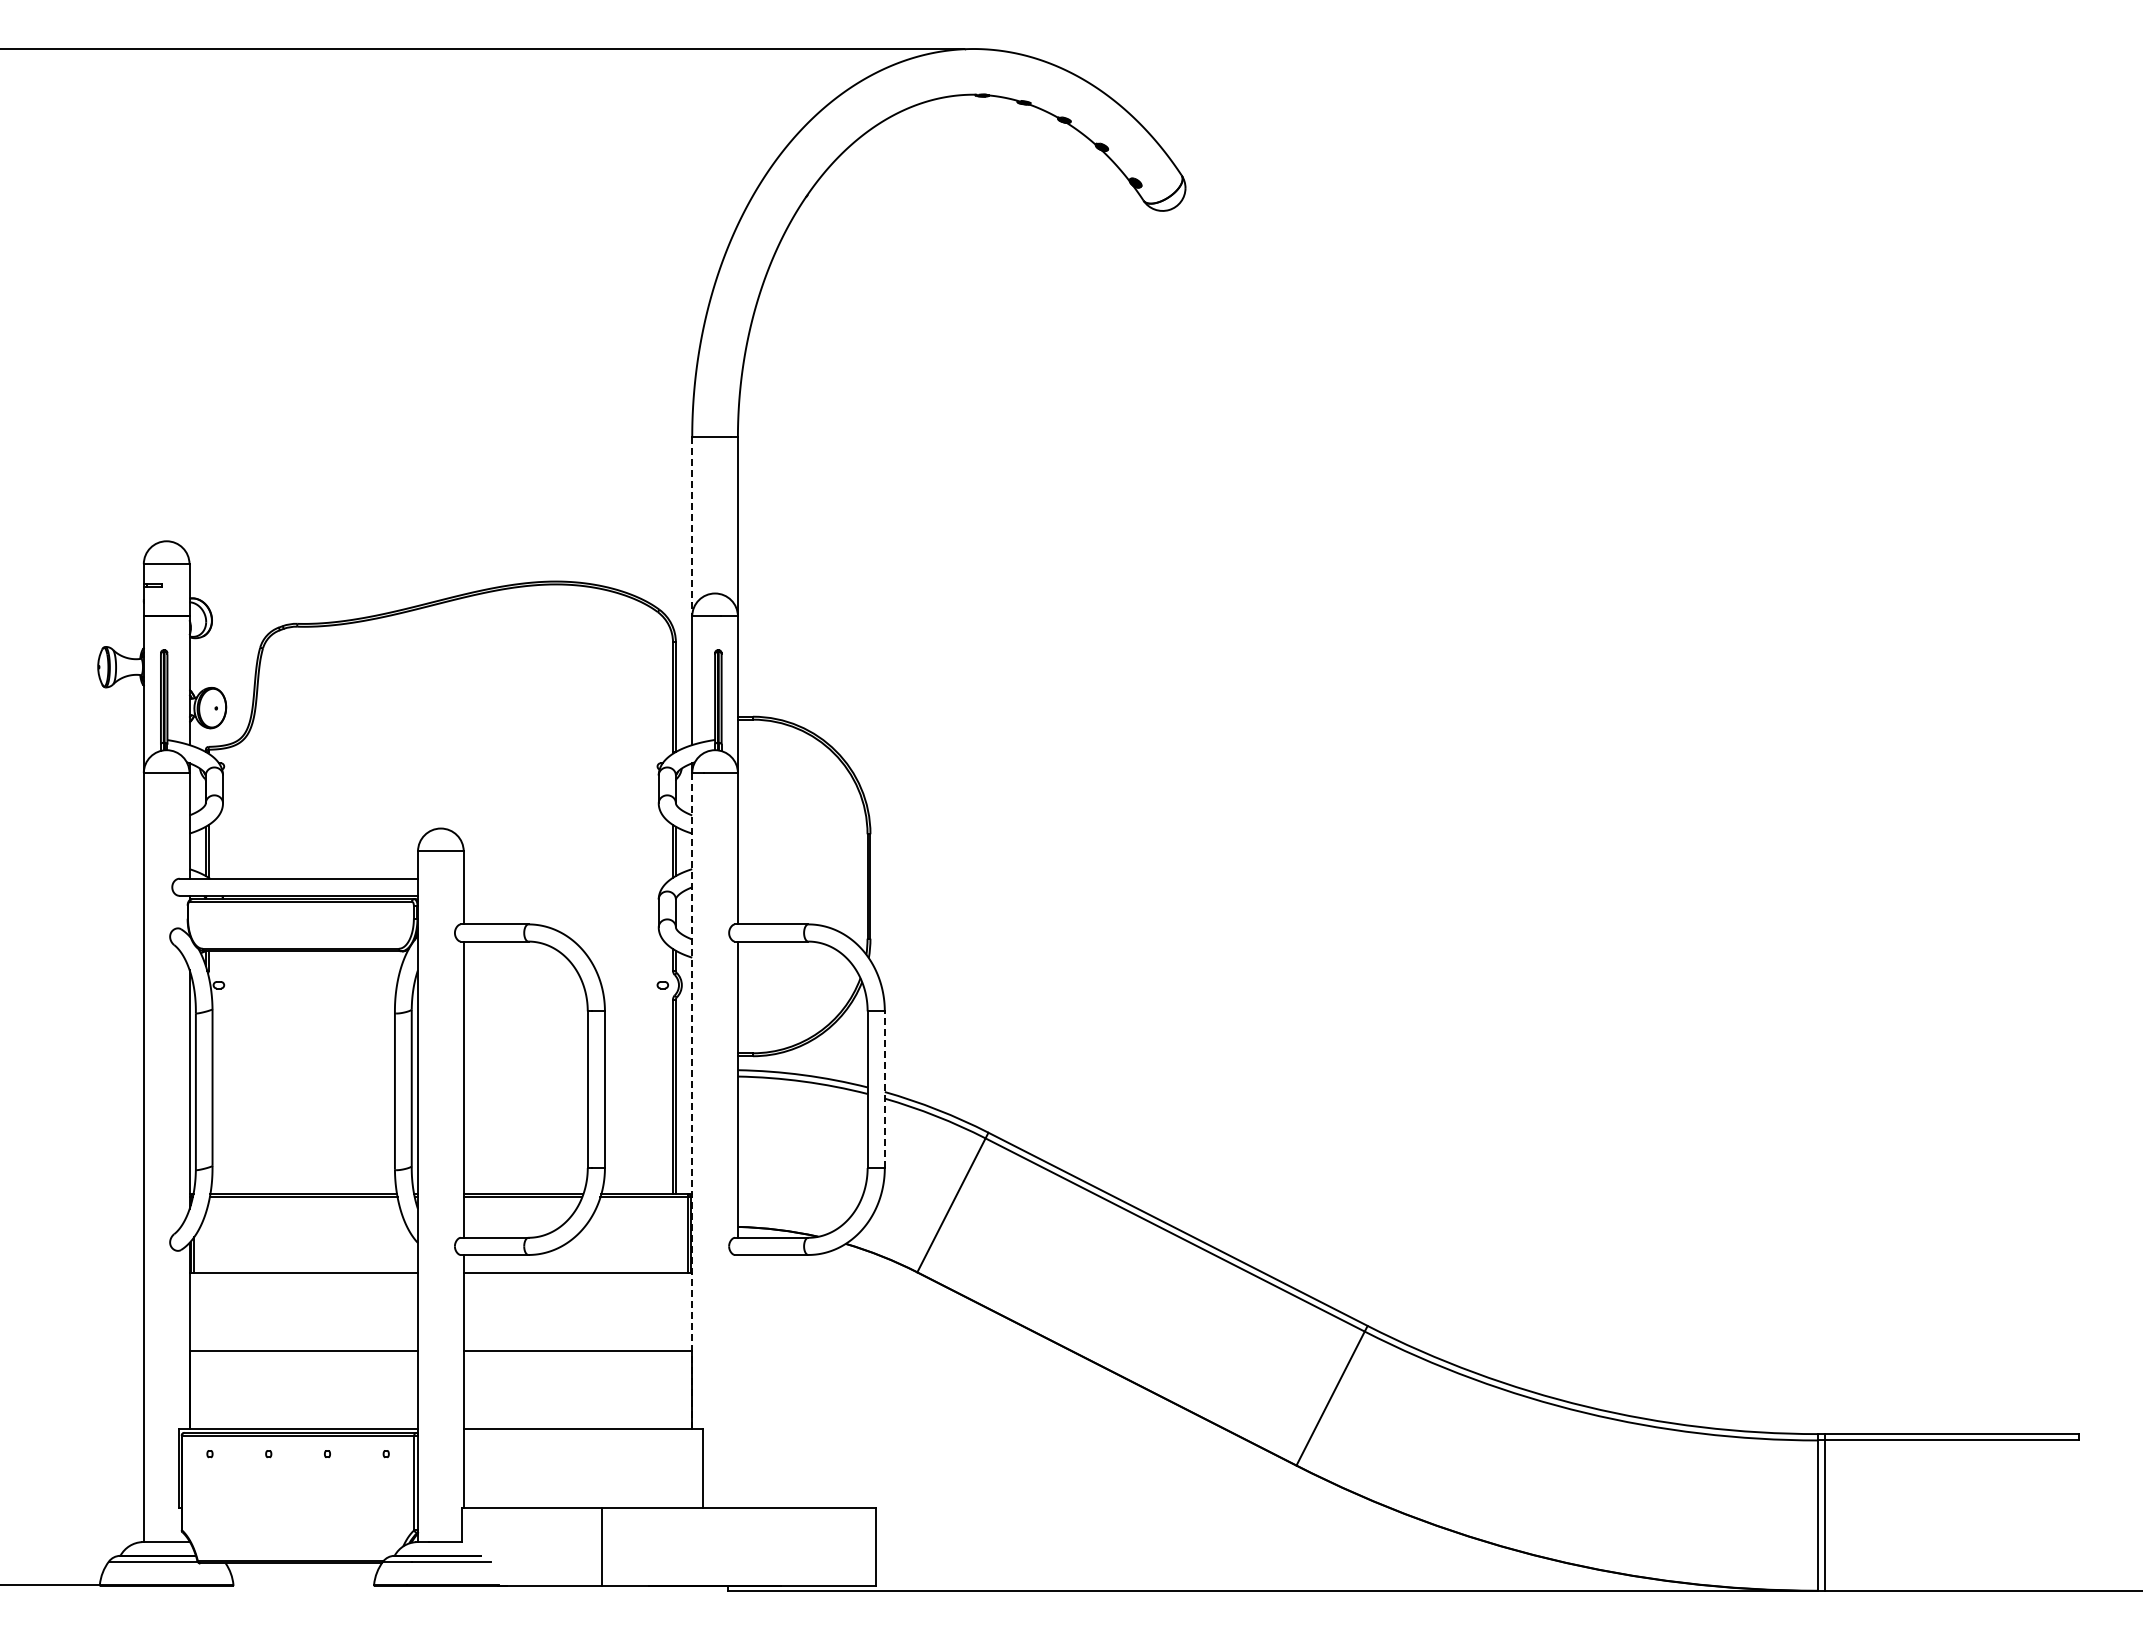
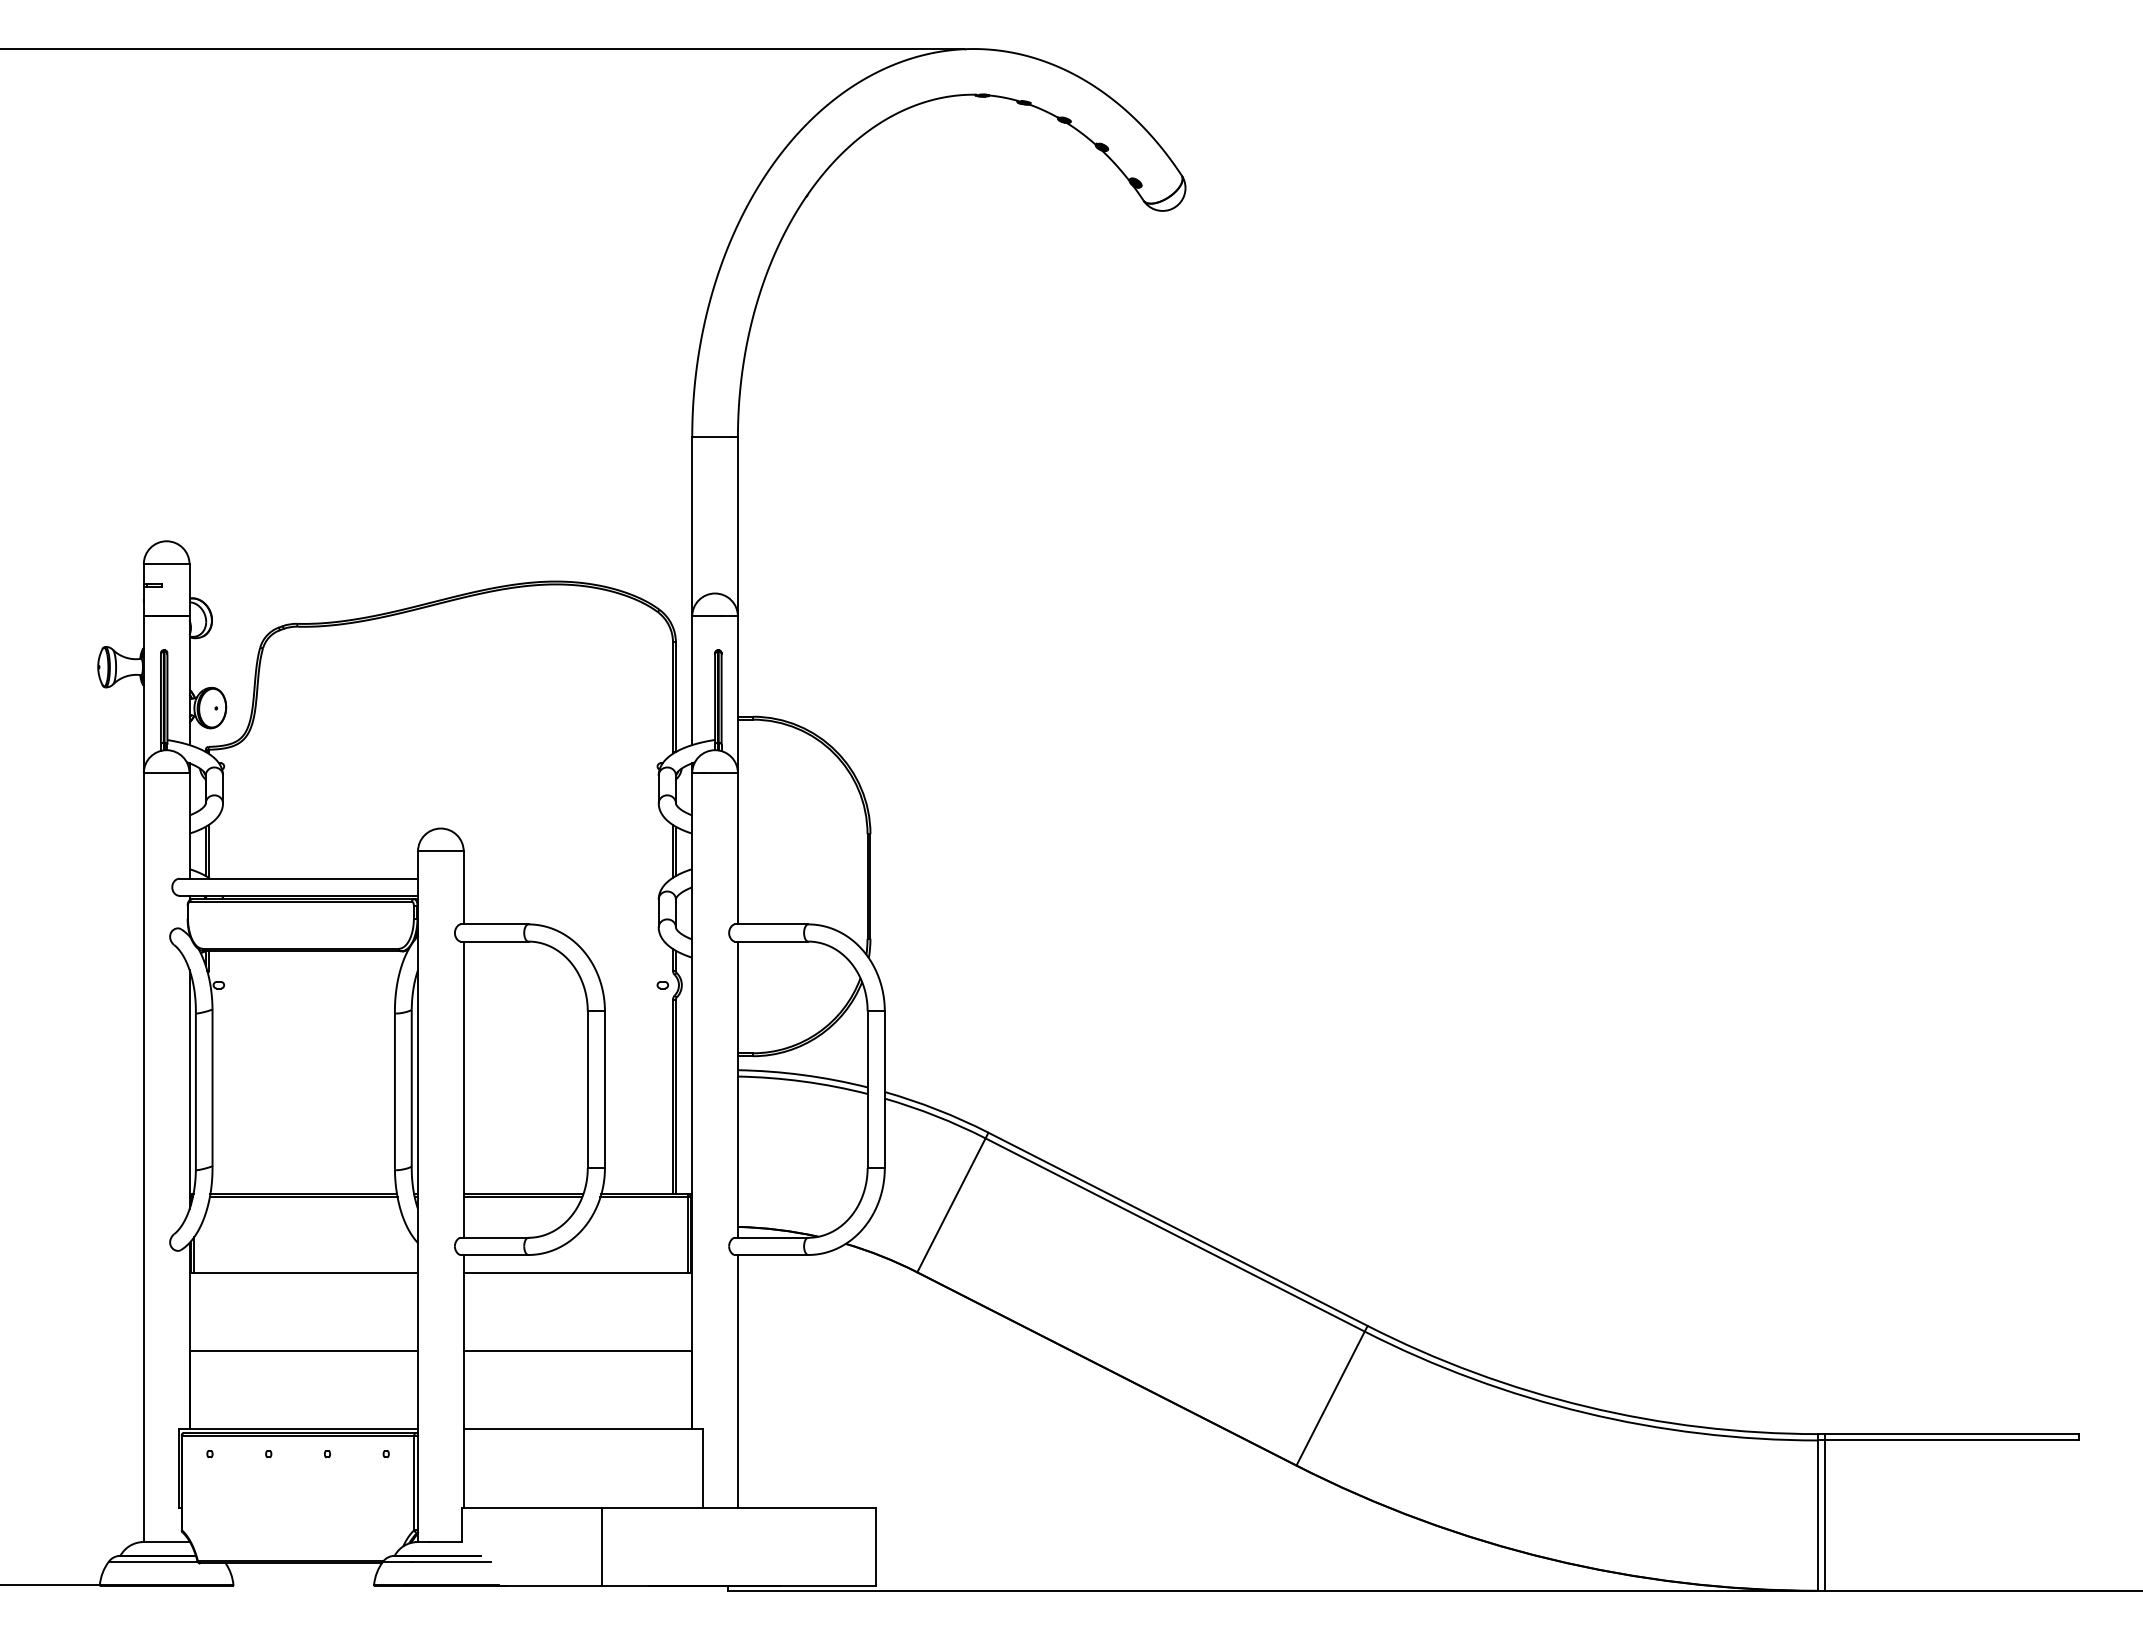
line at (692, 527): dashed -> solid
line at (884, 1089): dashed -> solid
line at (692, 1101): dashed -> solid
line at (737, 1380): none -> present
